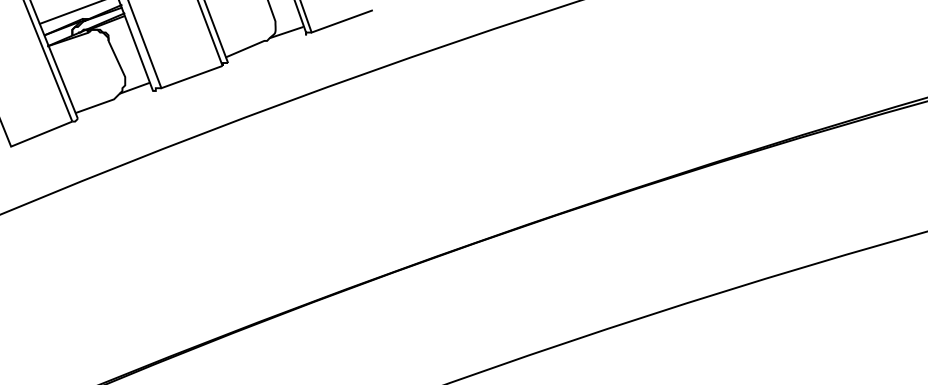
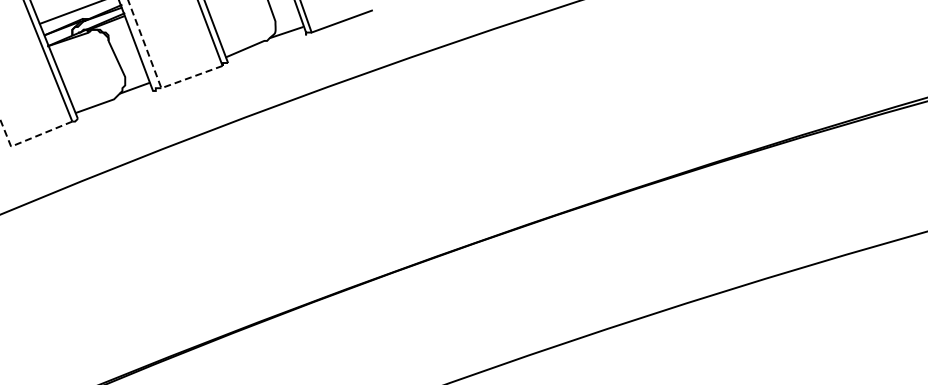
line at (156, 75): solid -> dashed
line at (27, 139): solid -> dashed
